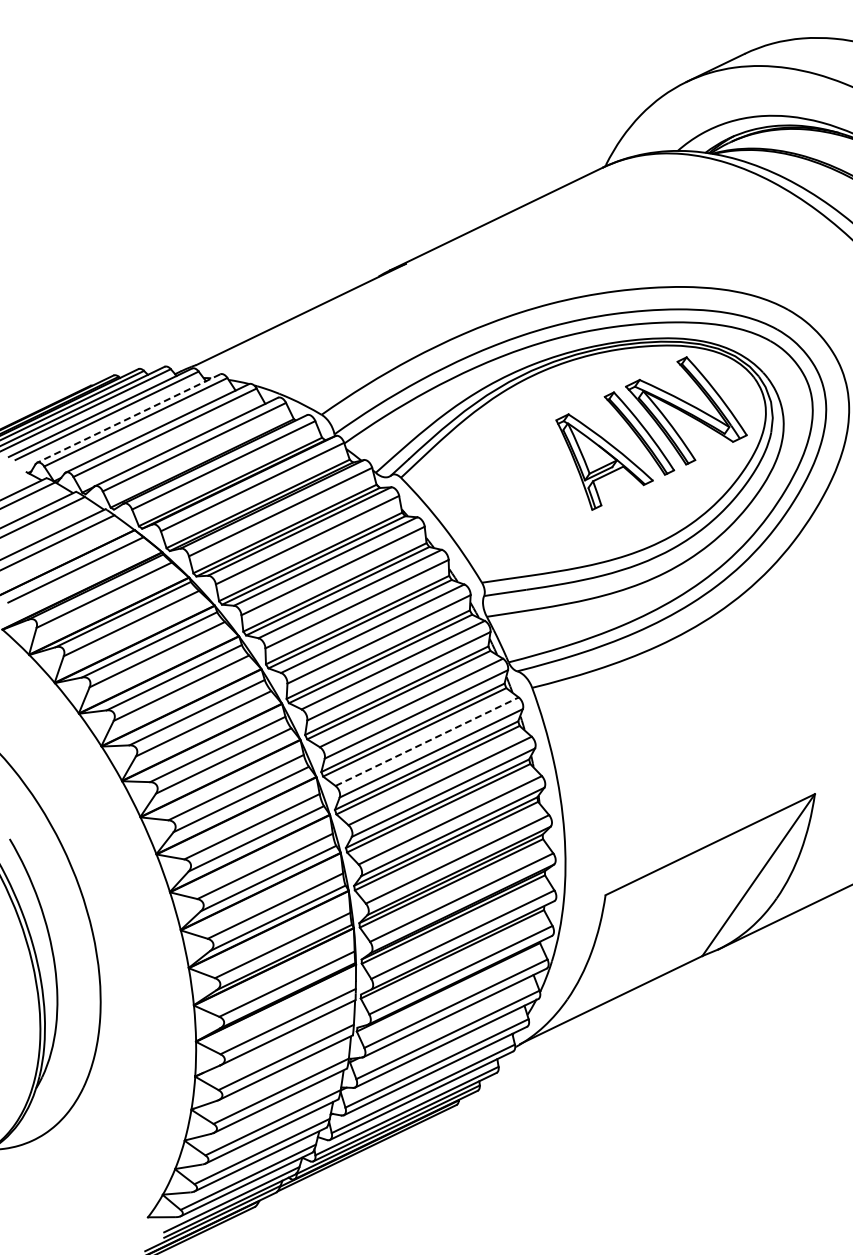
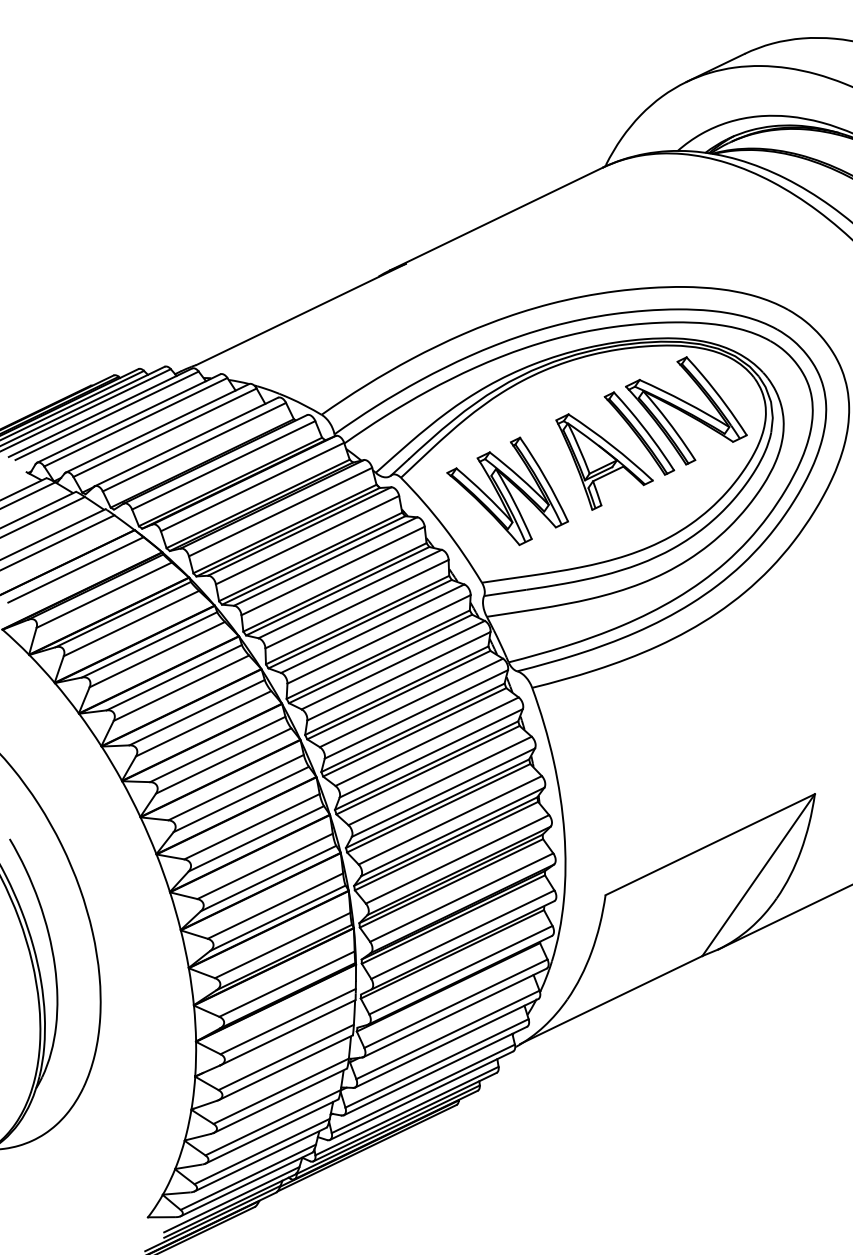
line at (128, 418): dashed -> solid
part at (507, 491): none -> present
line at (427, 741): dashed -> solid
